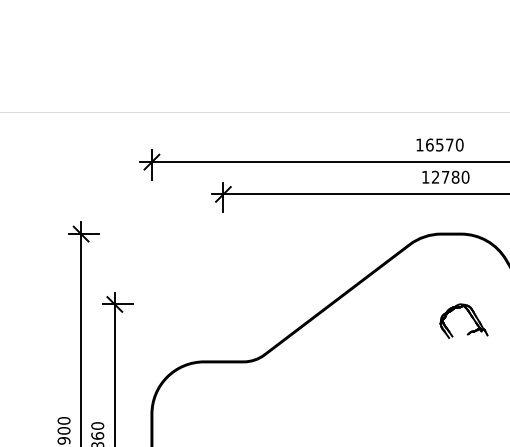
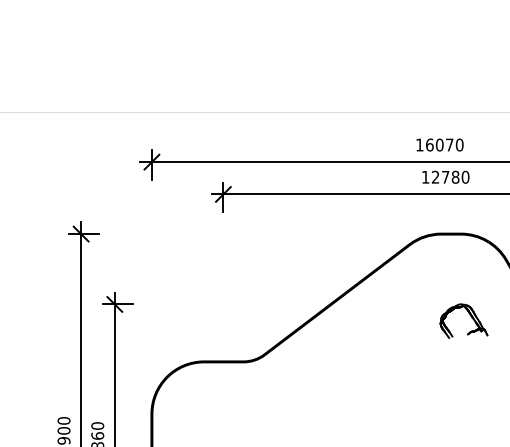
text at (439, 144): 16570 -> 16070
